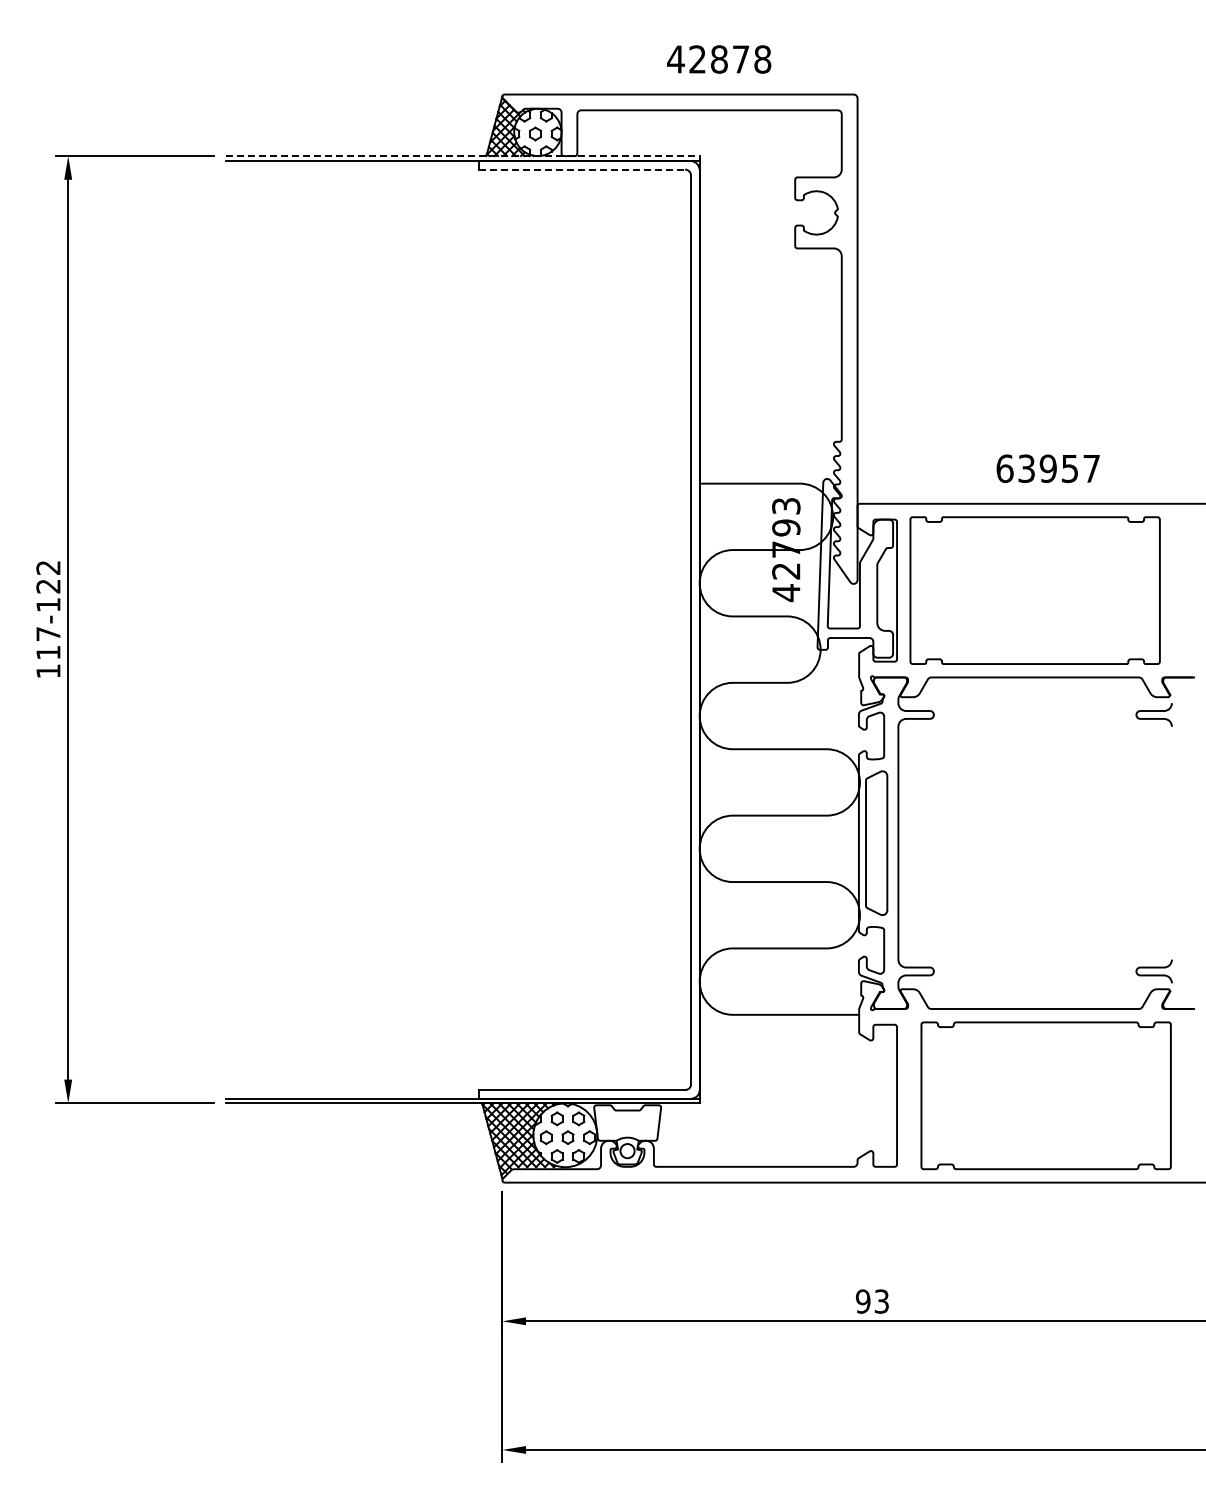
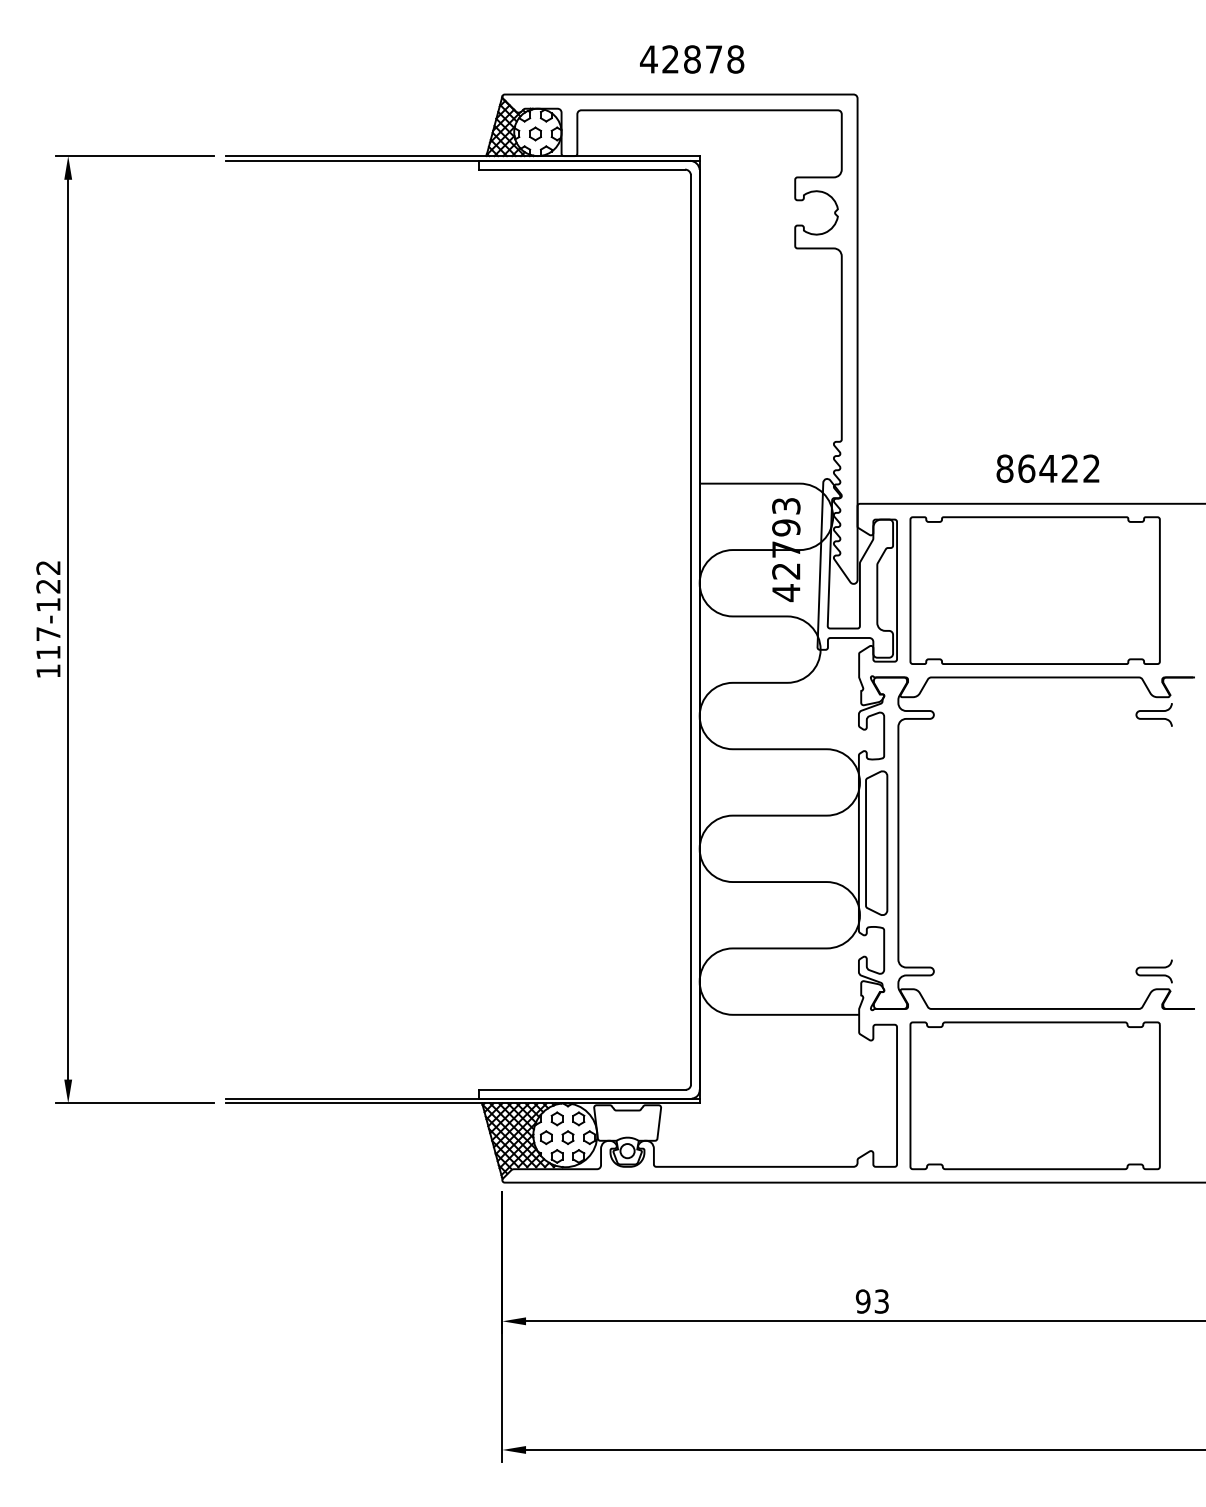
text at (719, 59) position: (719, 59) -> (692, 59)
line at (462, 156): dashed -> solid
line at (582, 169): dashed -> solid
text at (1047, 468): 63957 -> 86422
part at (1045, 1095) position: (1045, 1095) -> (1034, 1095)
